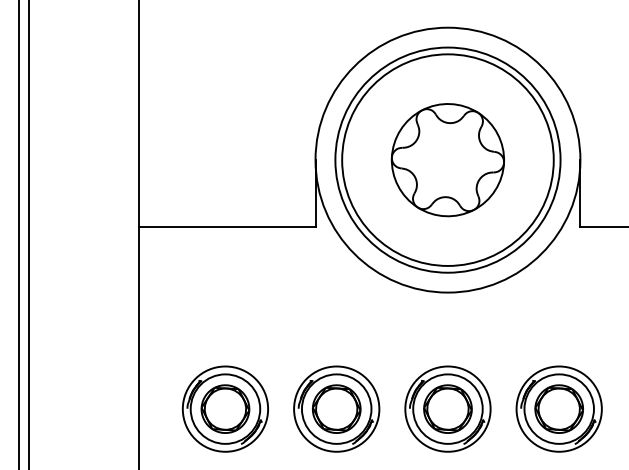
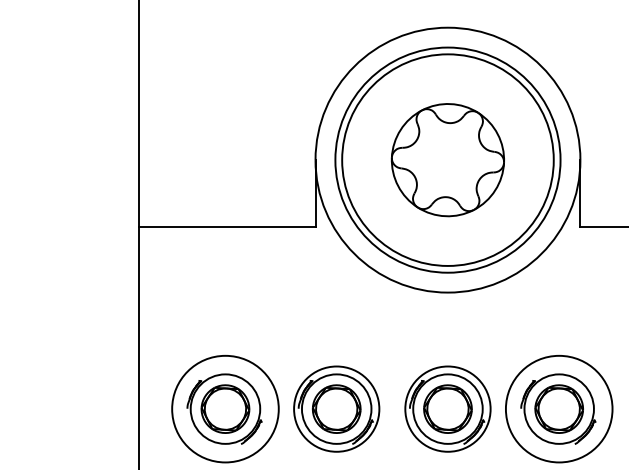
line at (18, 234): present -> none
line at (28, 234): present -> none
circle at (225, 408) diameter: 85 px -> 107 px
circle at (558, 408) diameter: 85 px -> 107 px
